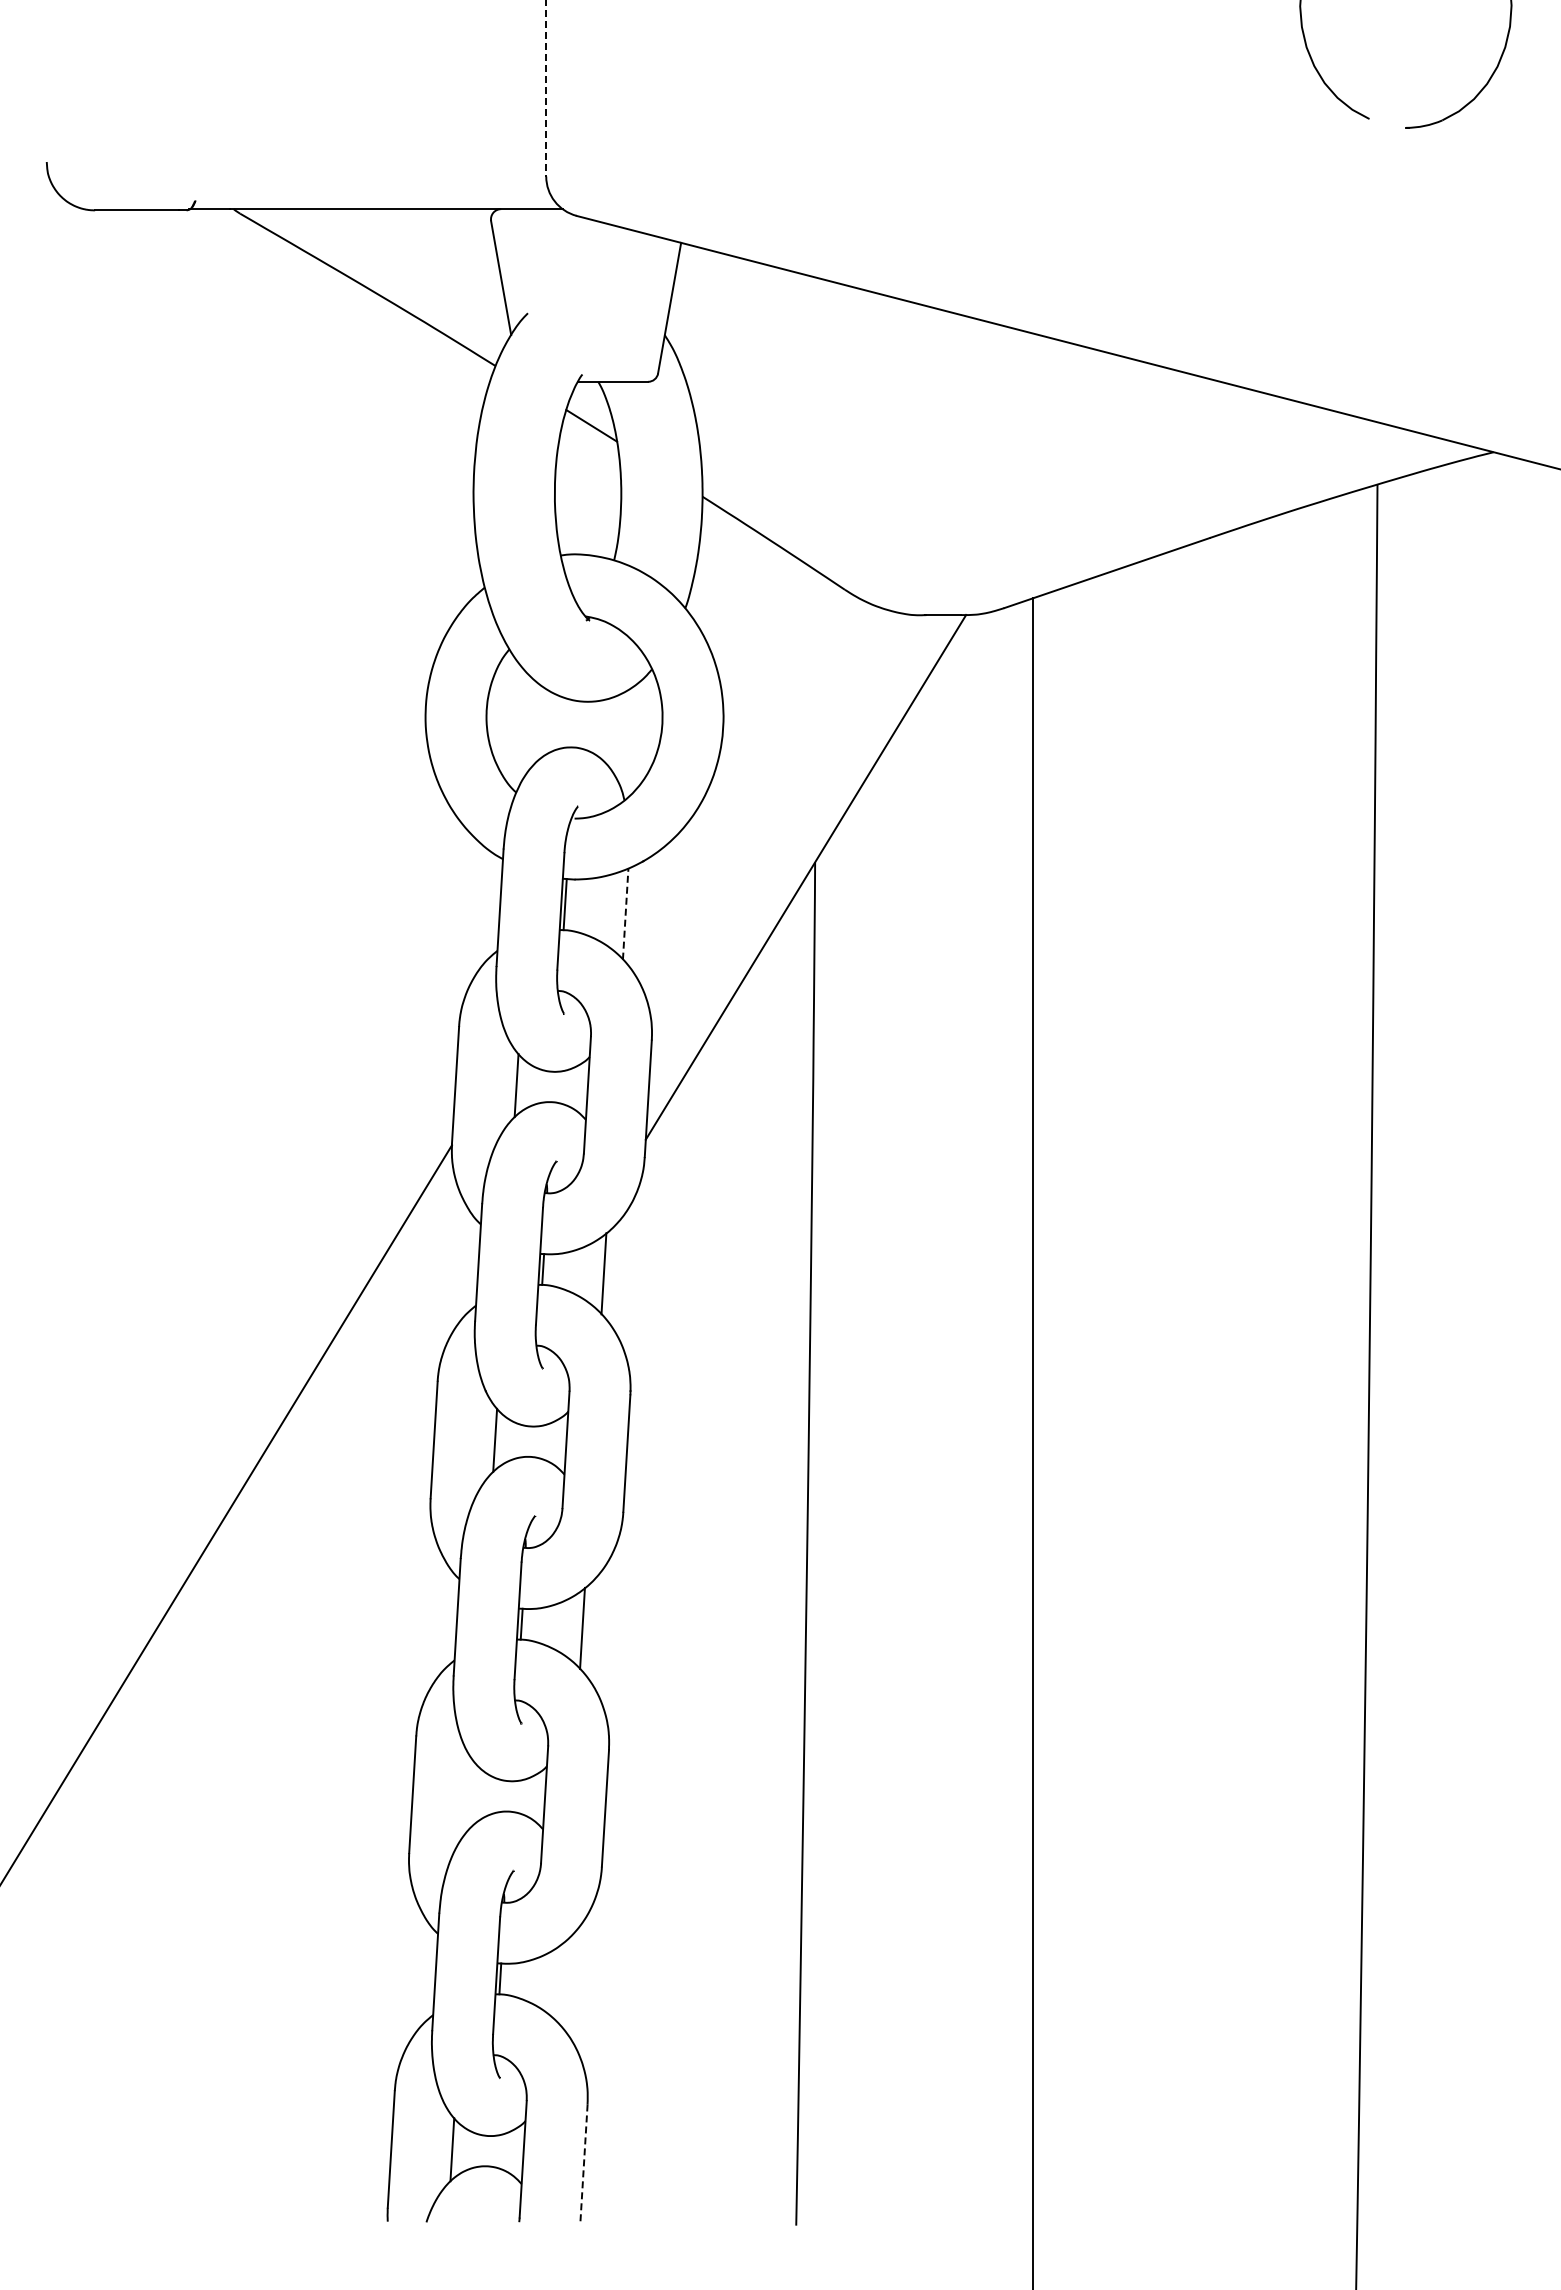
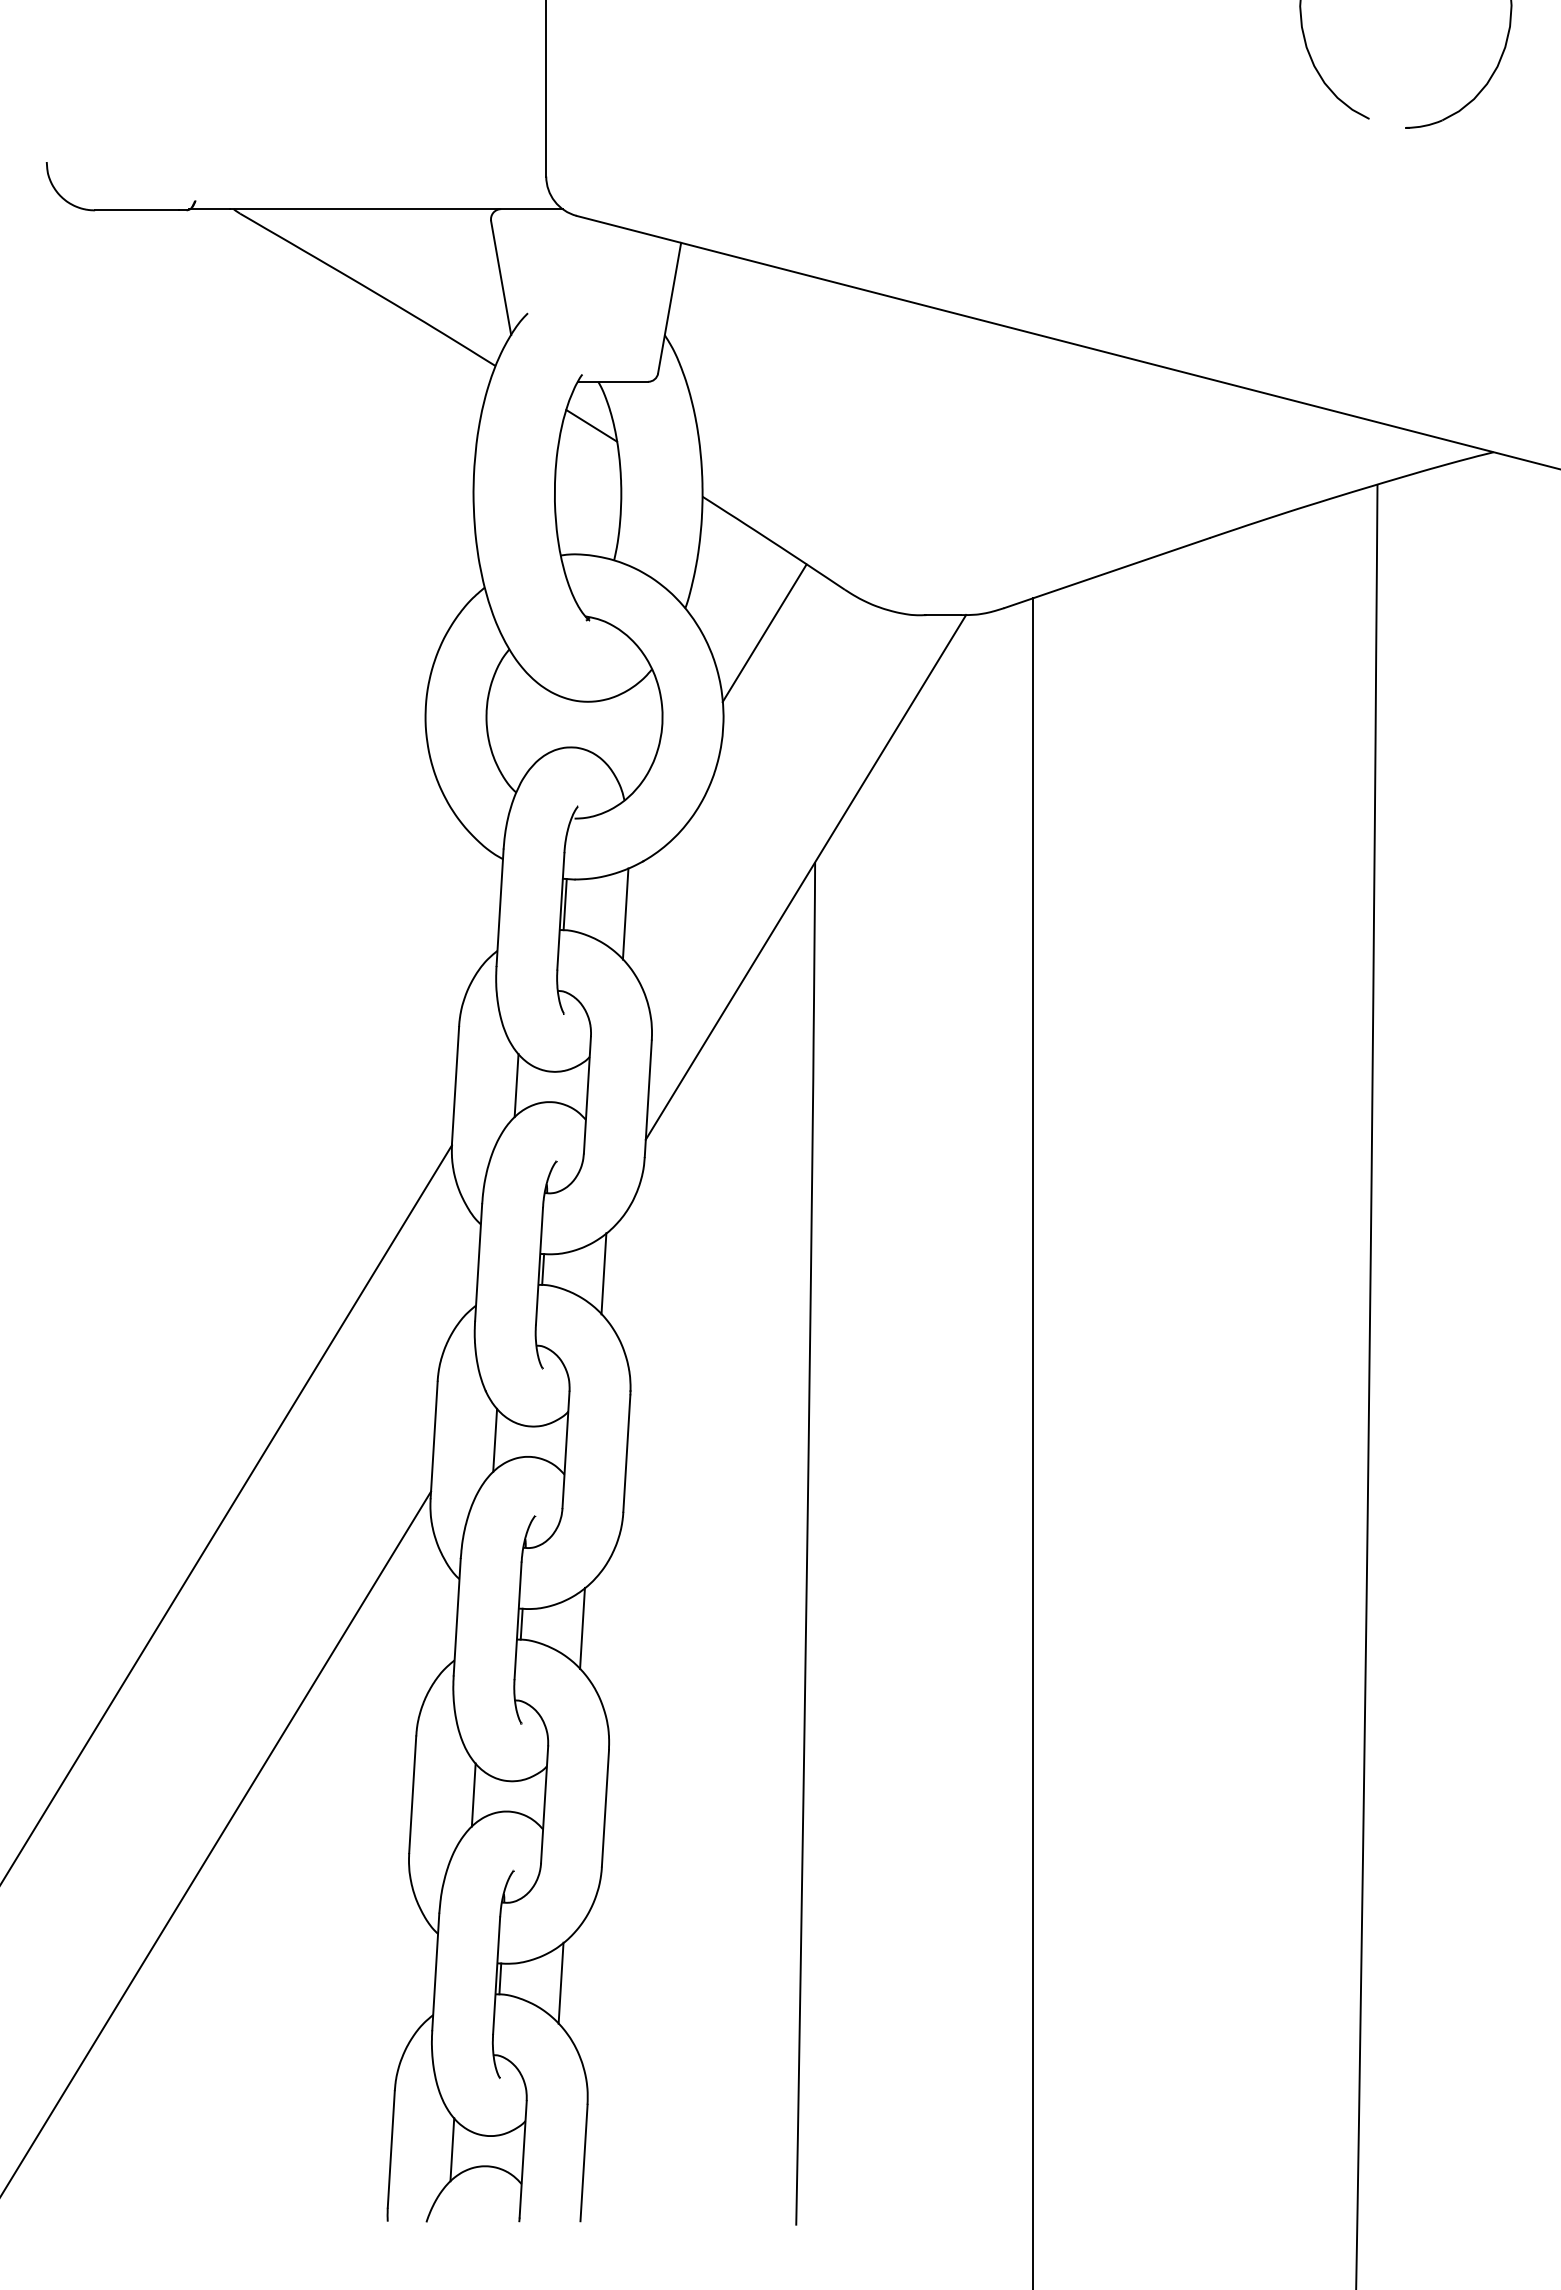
line at (546, 88): dashed -> solid
line at (764, 633): none -> present
line at (625, 914): dashed -> solid
line at (473, 1794): none -> present
line at (216, 1842): none -> present
line at (560, 1982): none -> present
line at (584, 2162): dashed -> solid
